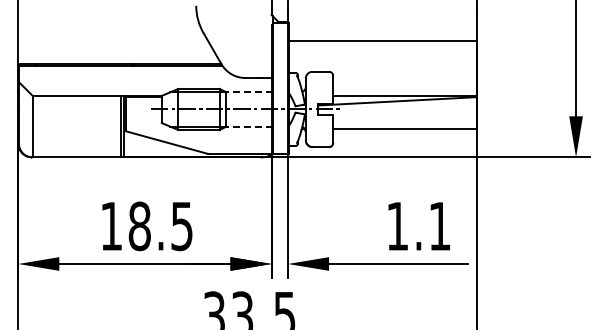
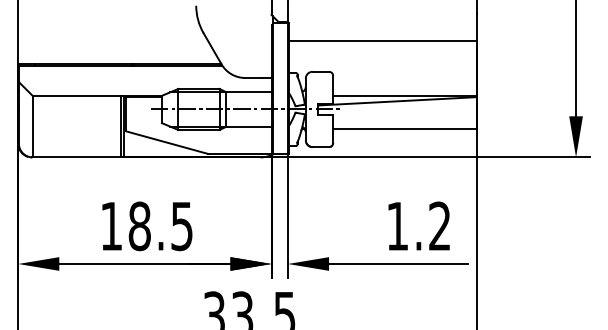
line at (249, 92): dashed -> solid
line at (249, 126): dashed -> solid
text at (439, 225): 1.1 -> 1.2
